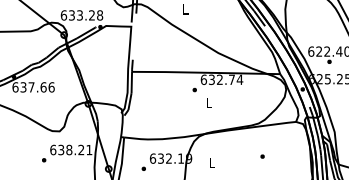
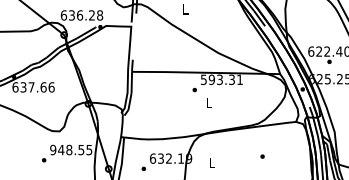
text at (80, 15): 633.28 -> 636.28
text at (221, 79): 632.74 -> 593.31
text at (71, 149): 638.21 -> 948.55
